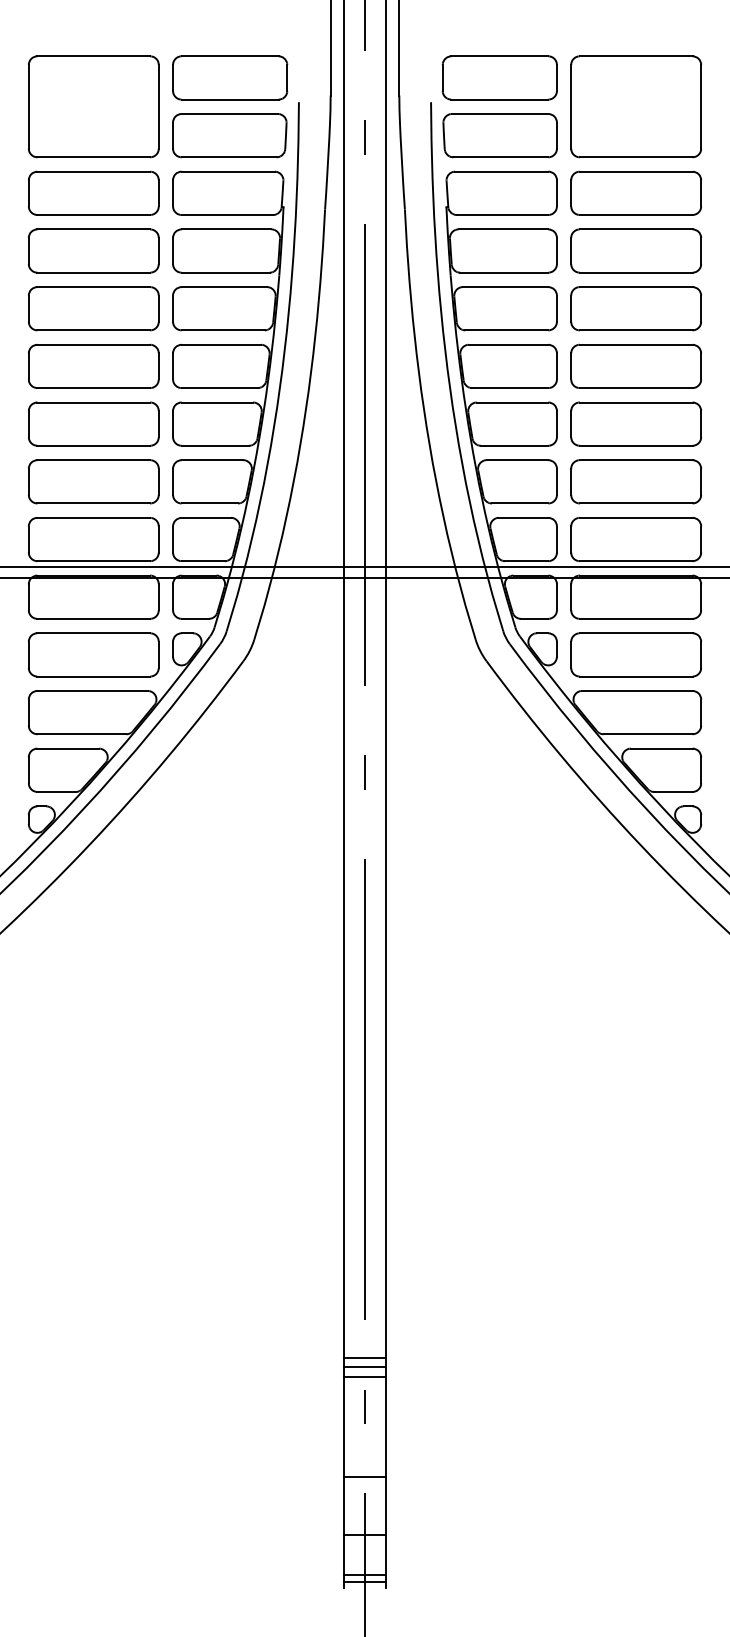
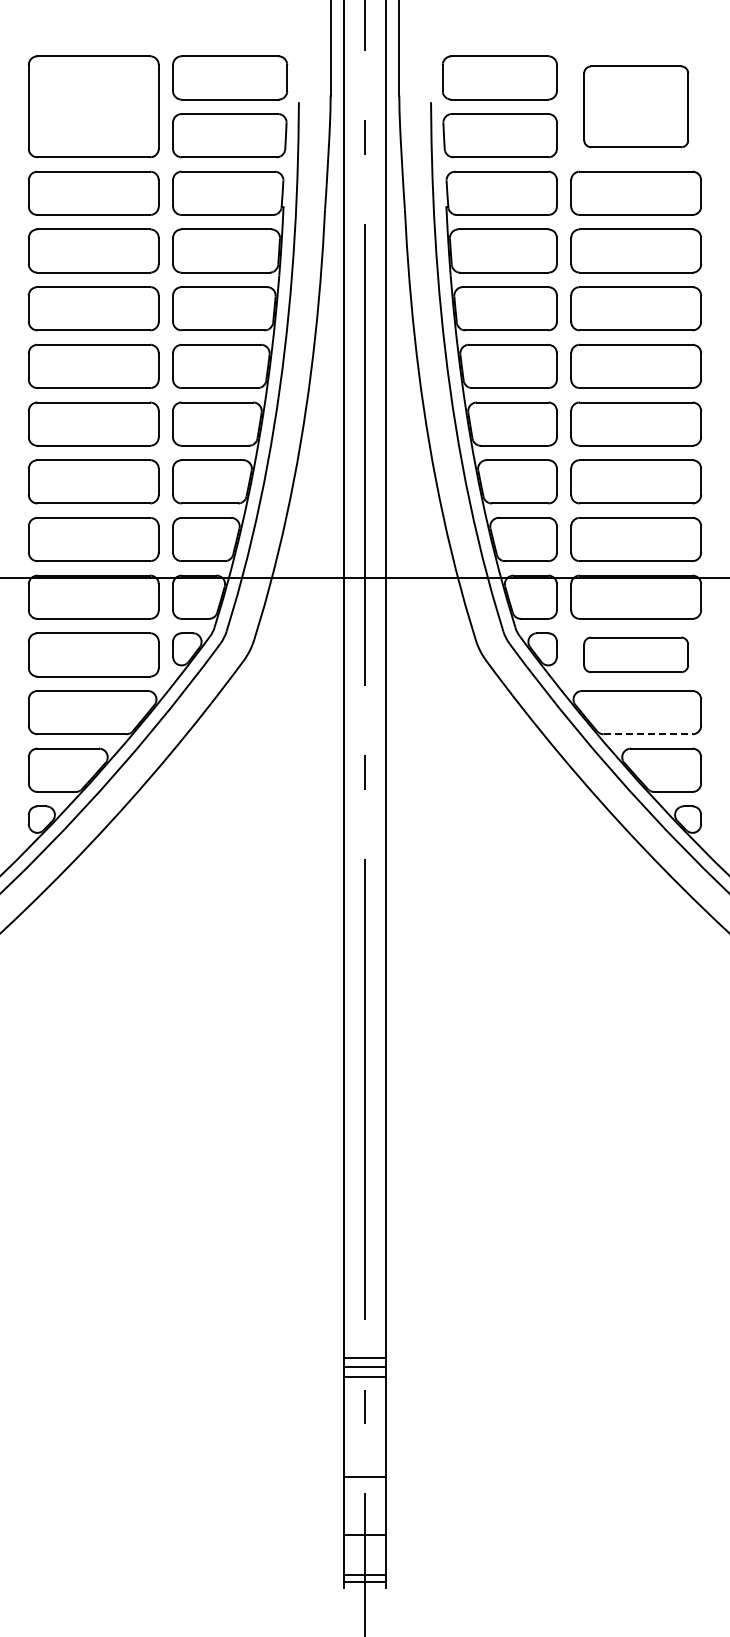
part at (636, 106) size: 133x104 px -> 107x84 px
line at (364, 566): present -> none
part at (635, 654) size: 132x46 px -> 106x38 px
line at (648, 734): solid -> dashed
